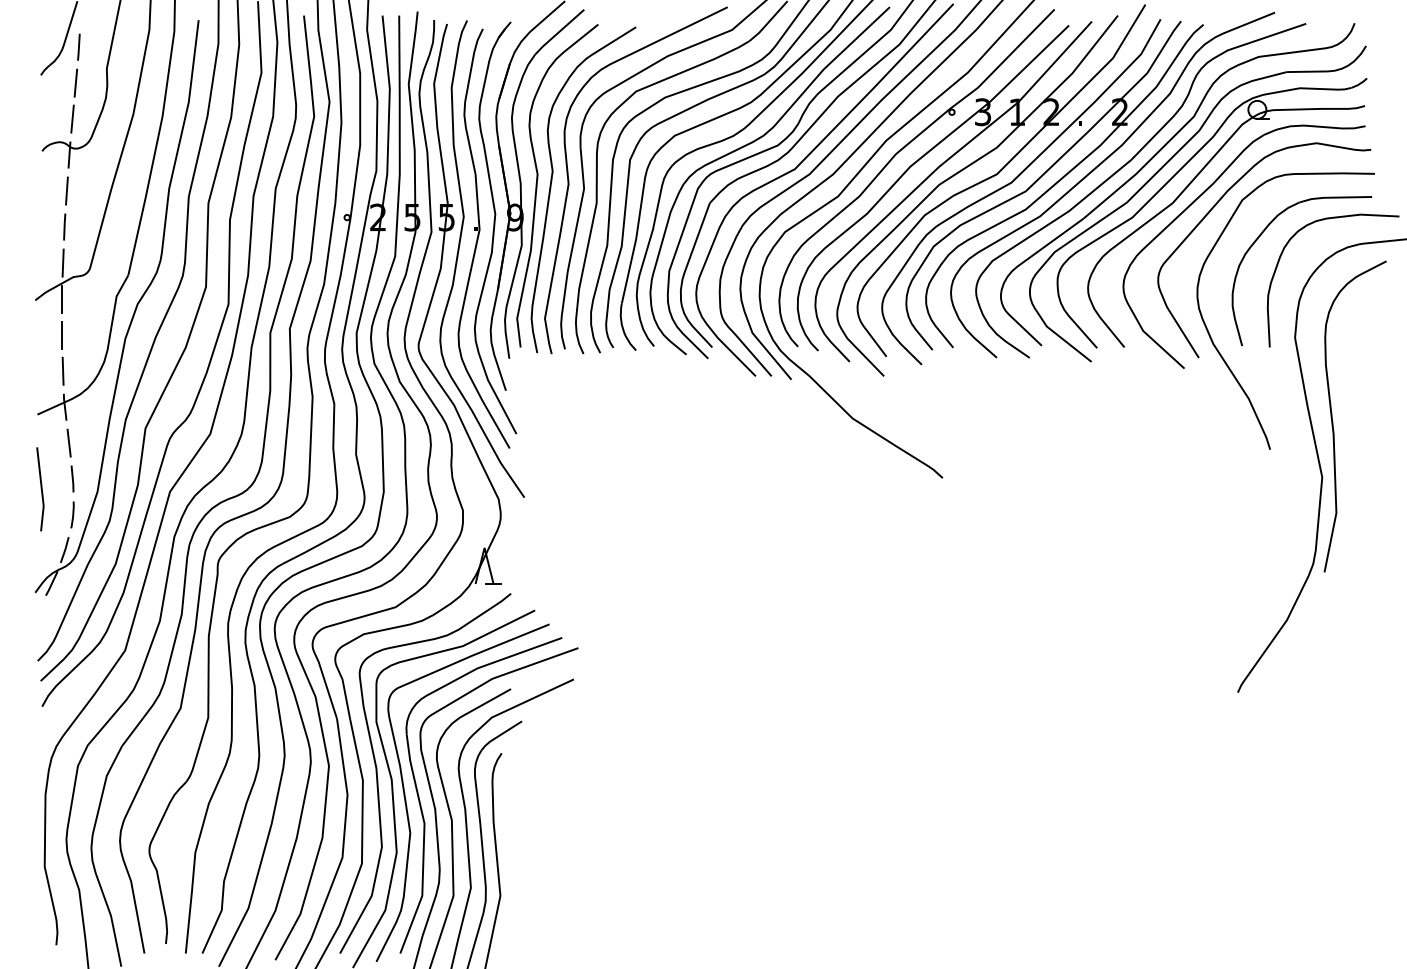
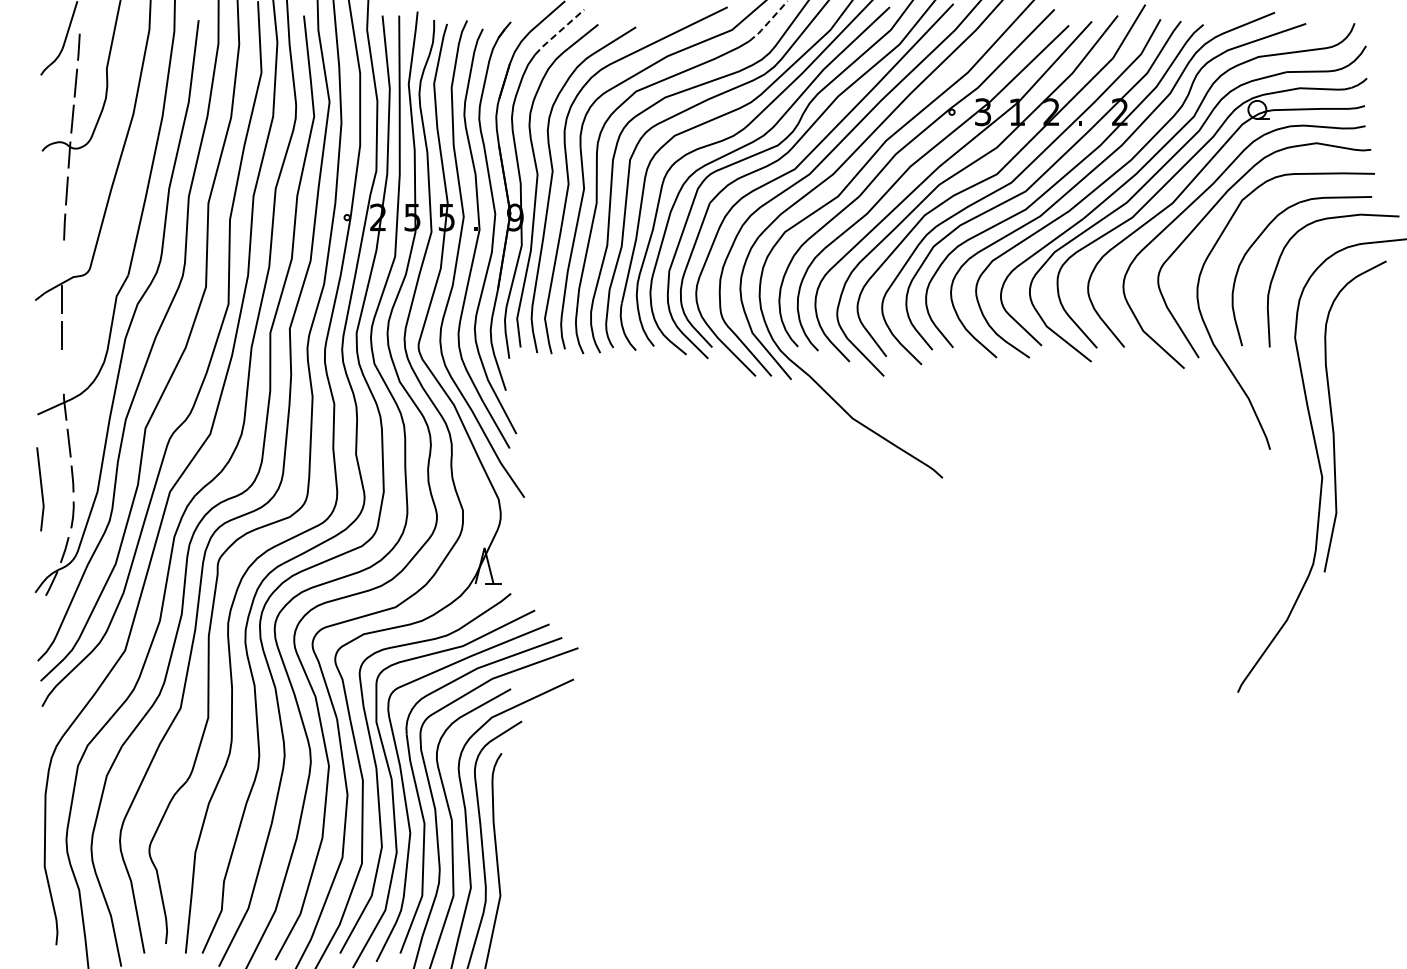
line at (768, 22): solid -> dashed
line at (559, 32): solid -> dashed
line at (62, 262): present -> none
line at (62, 370): present -> none
